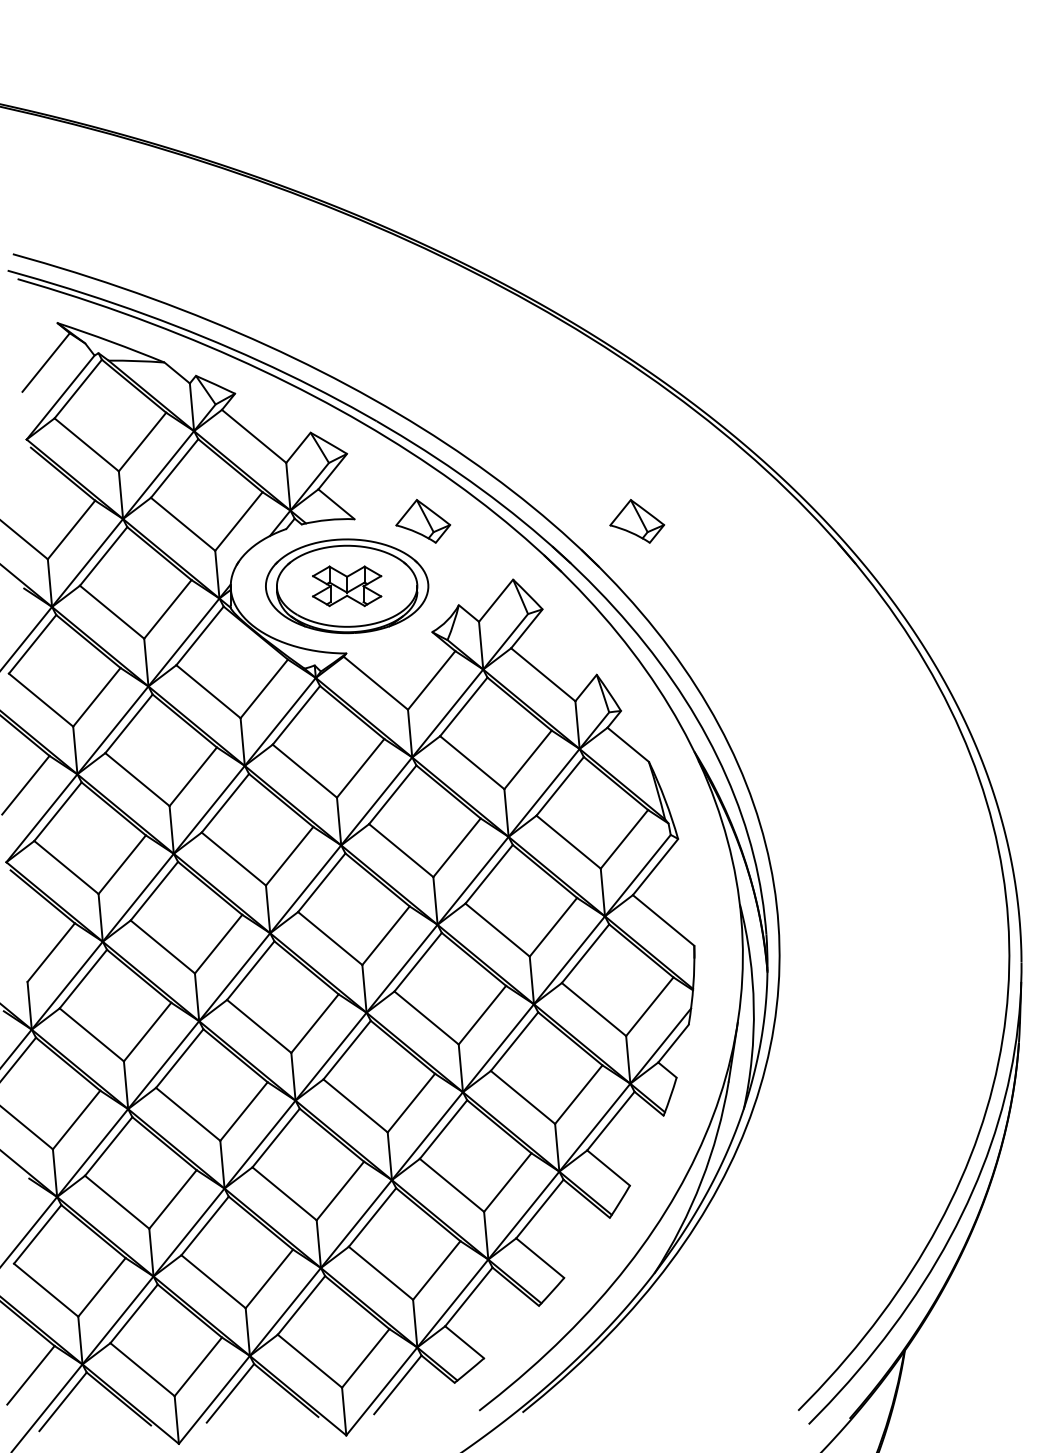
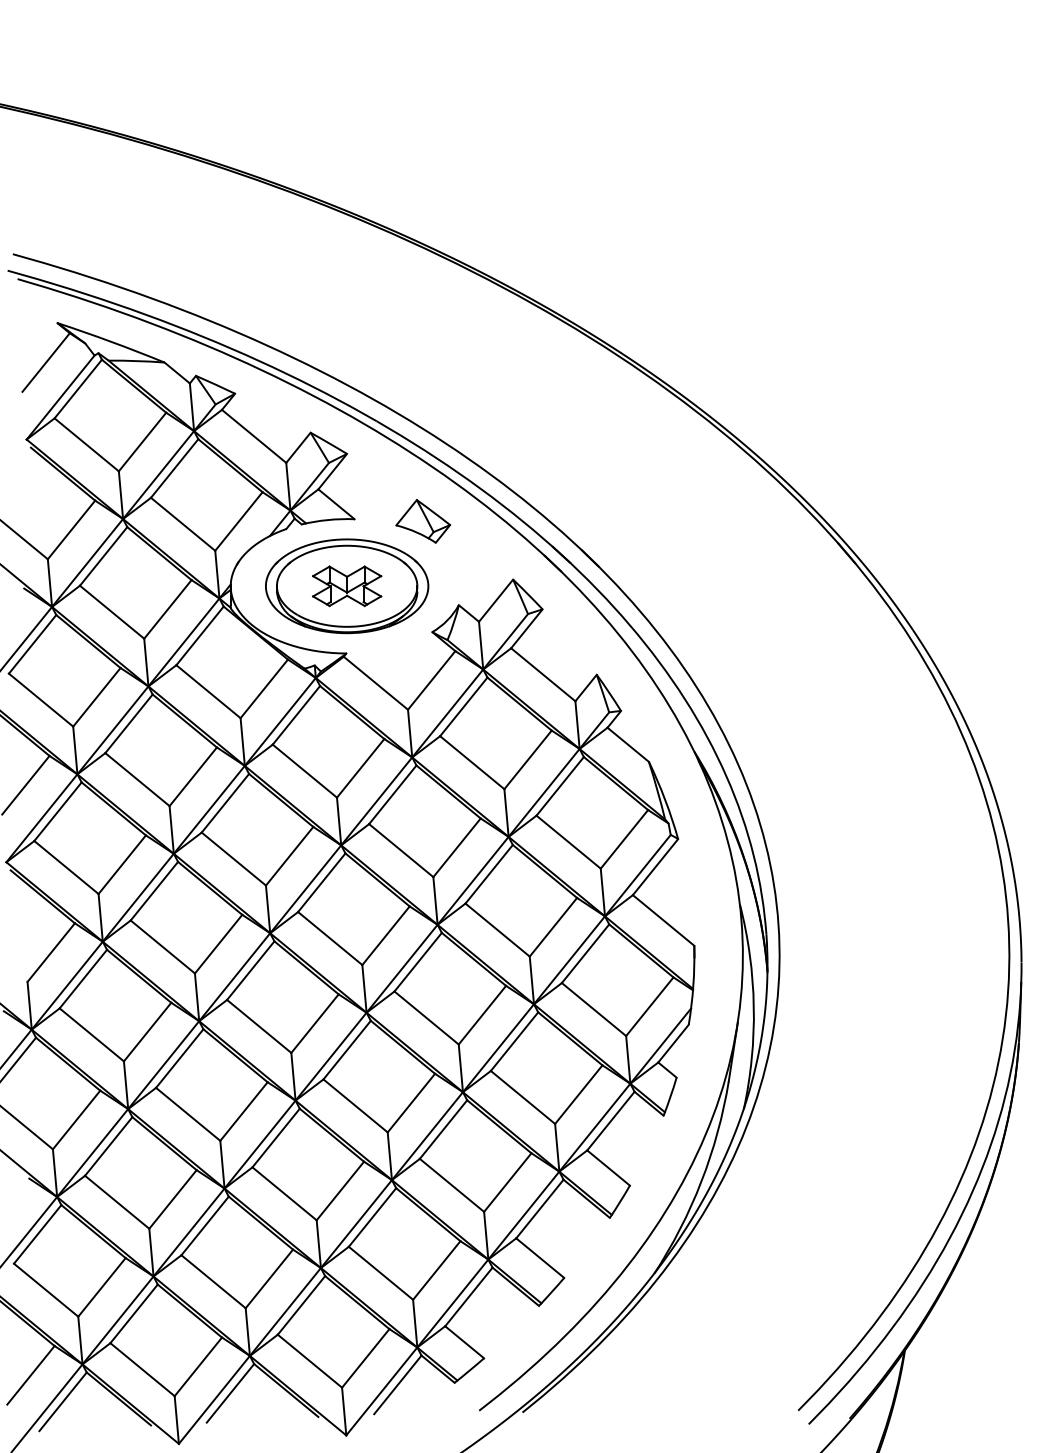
part at (637, 521): present -> none
